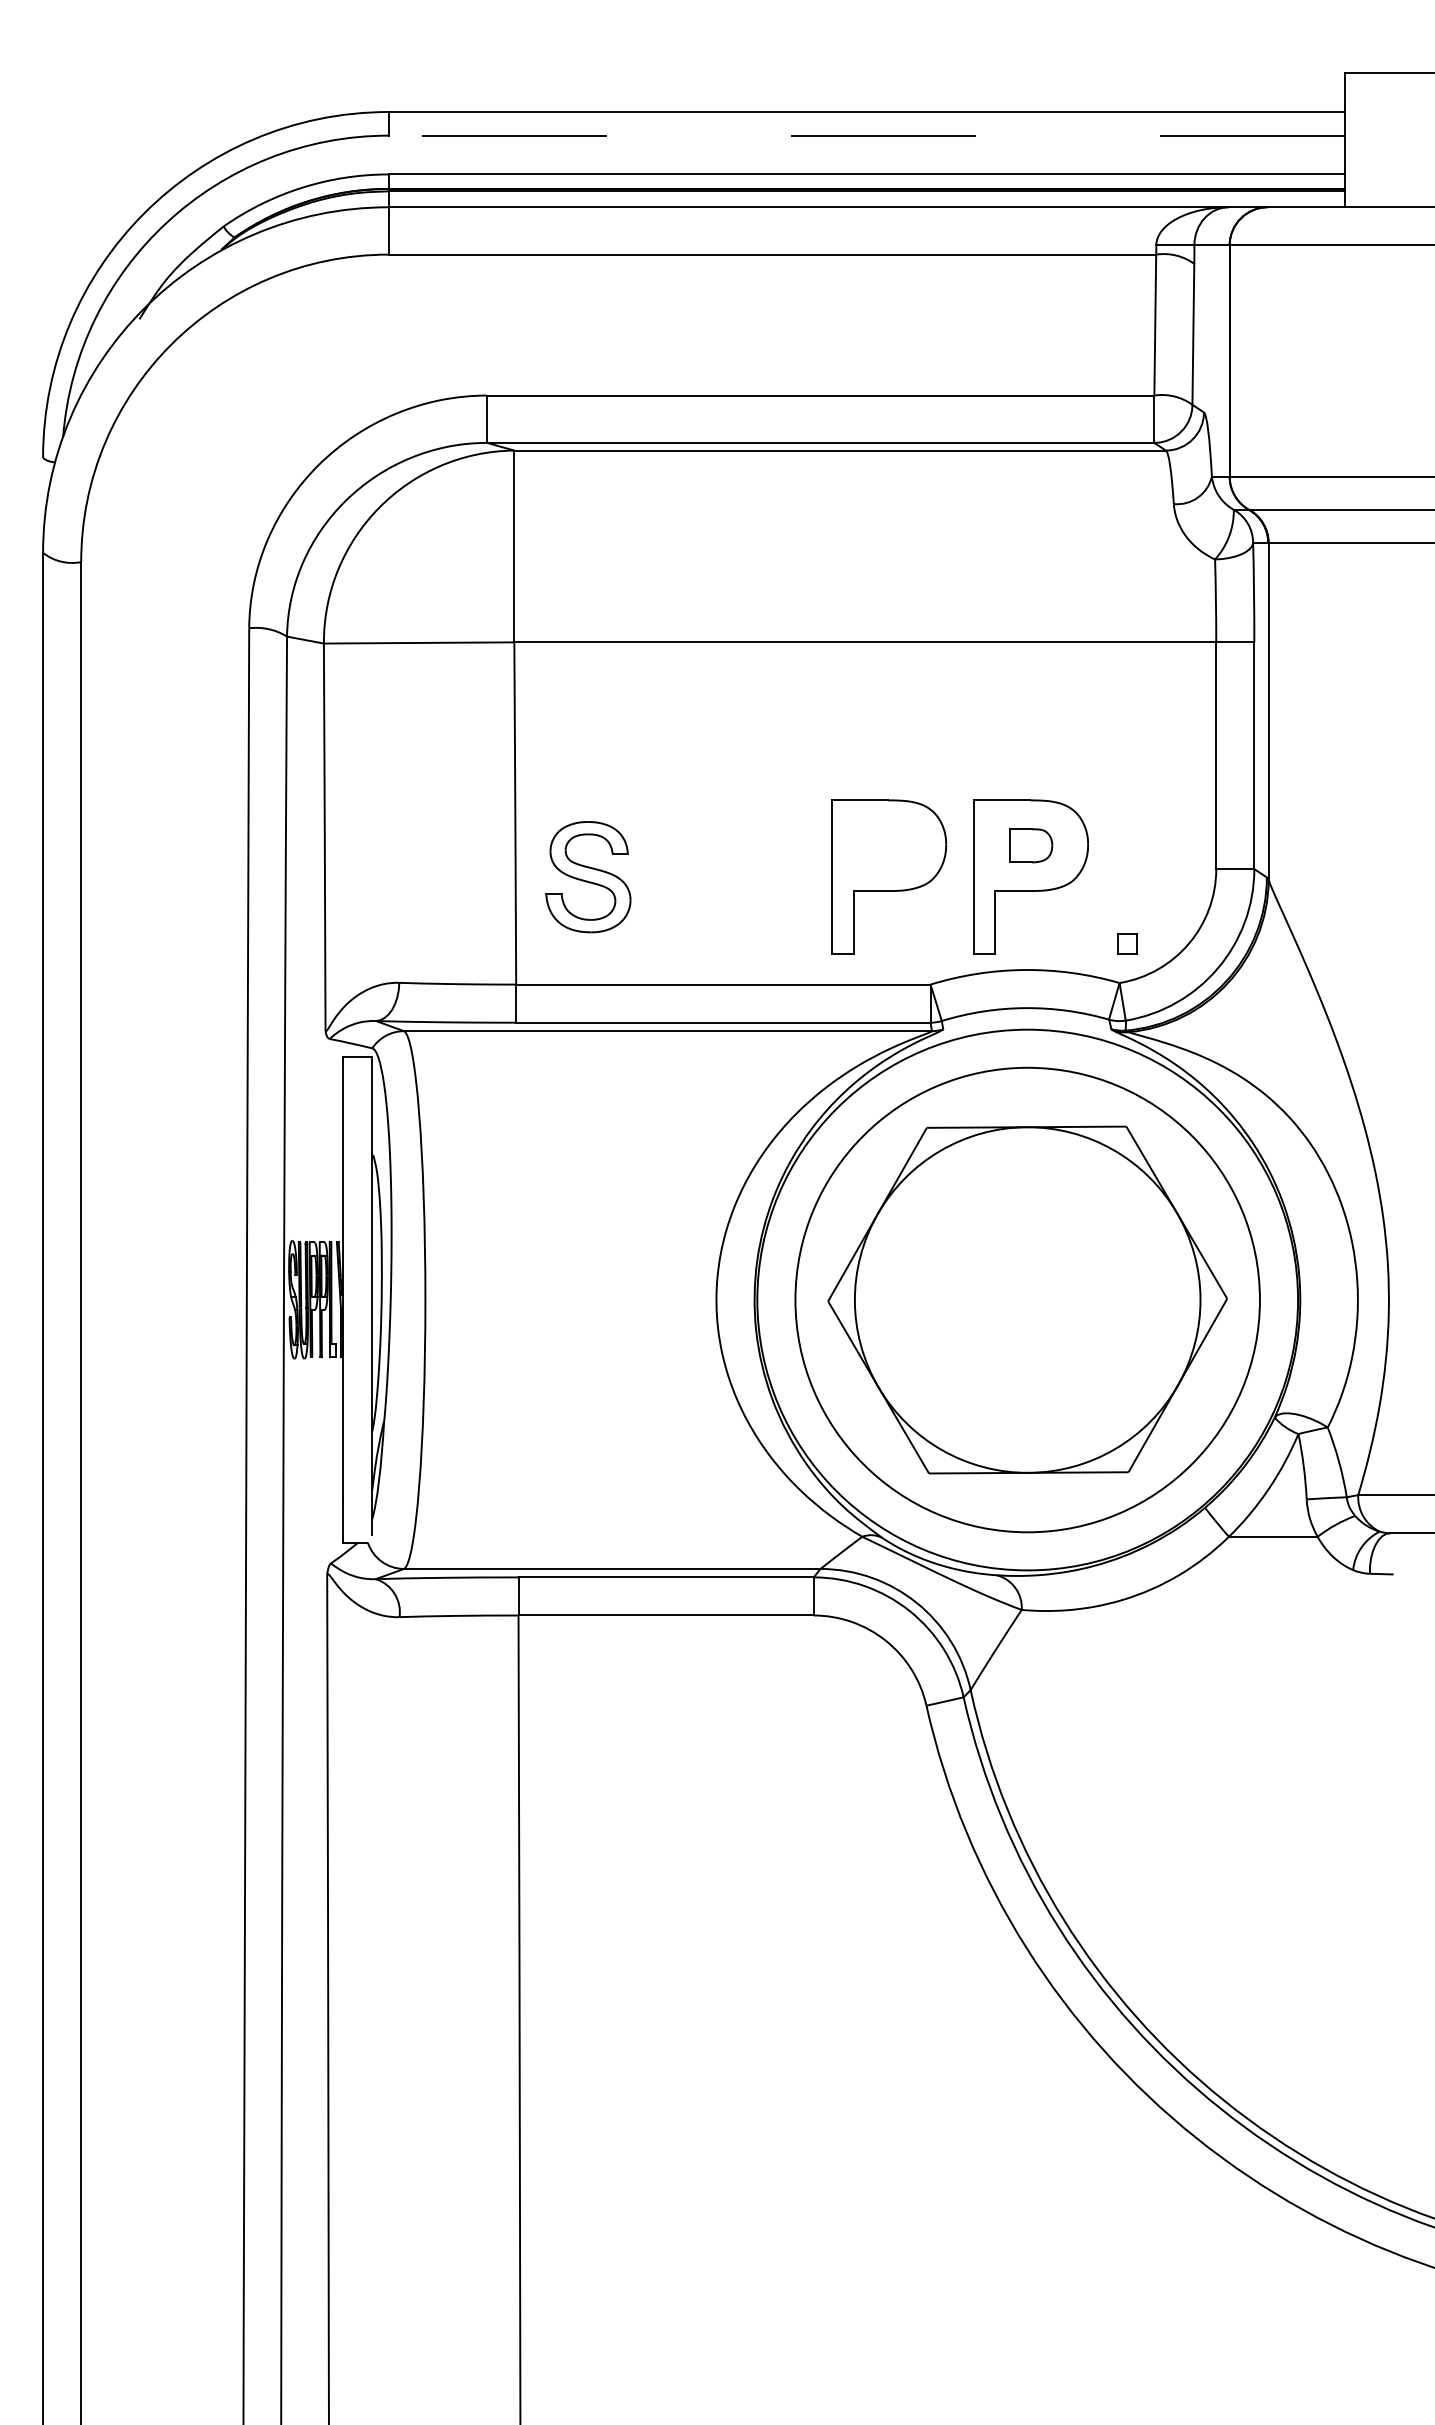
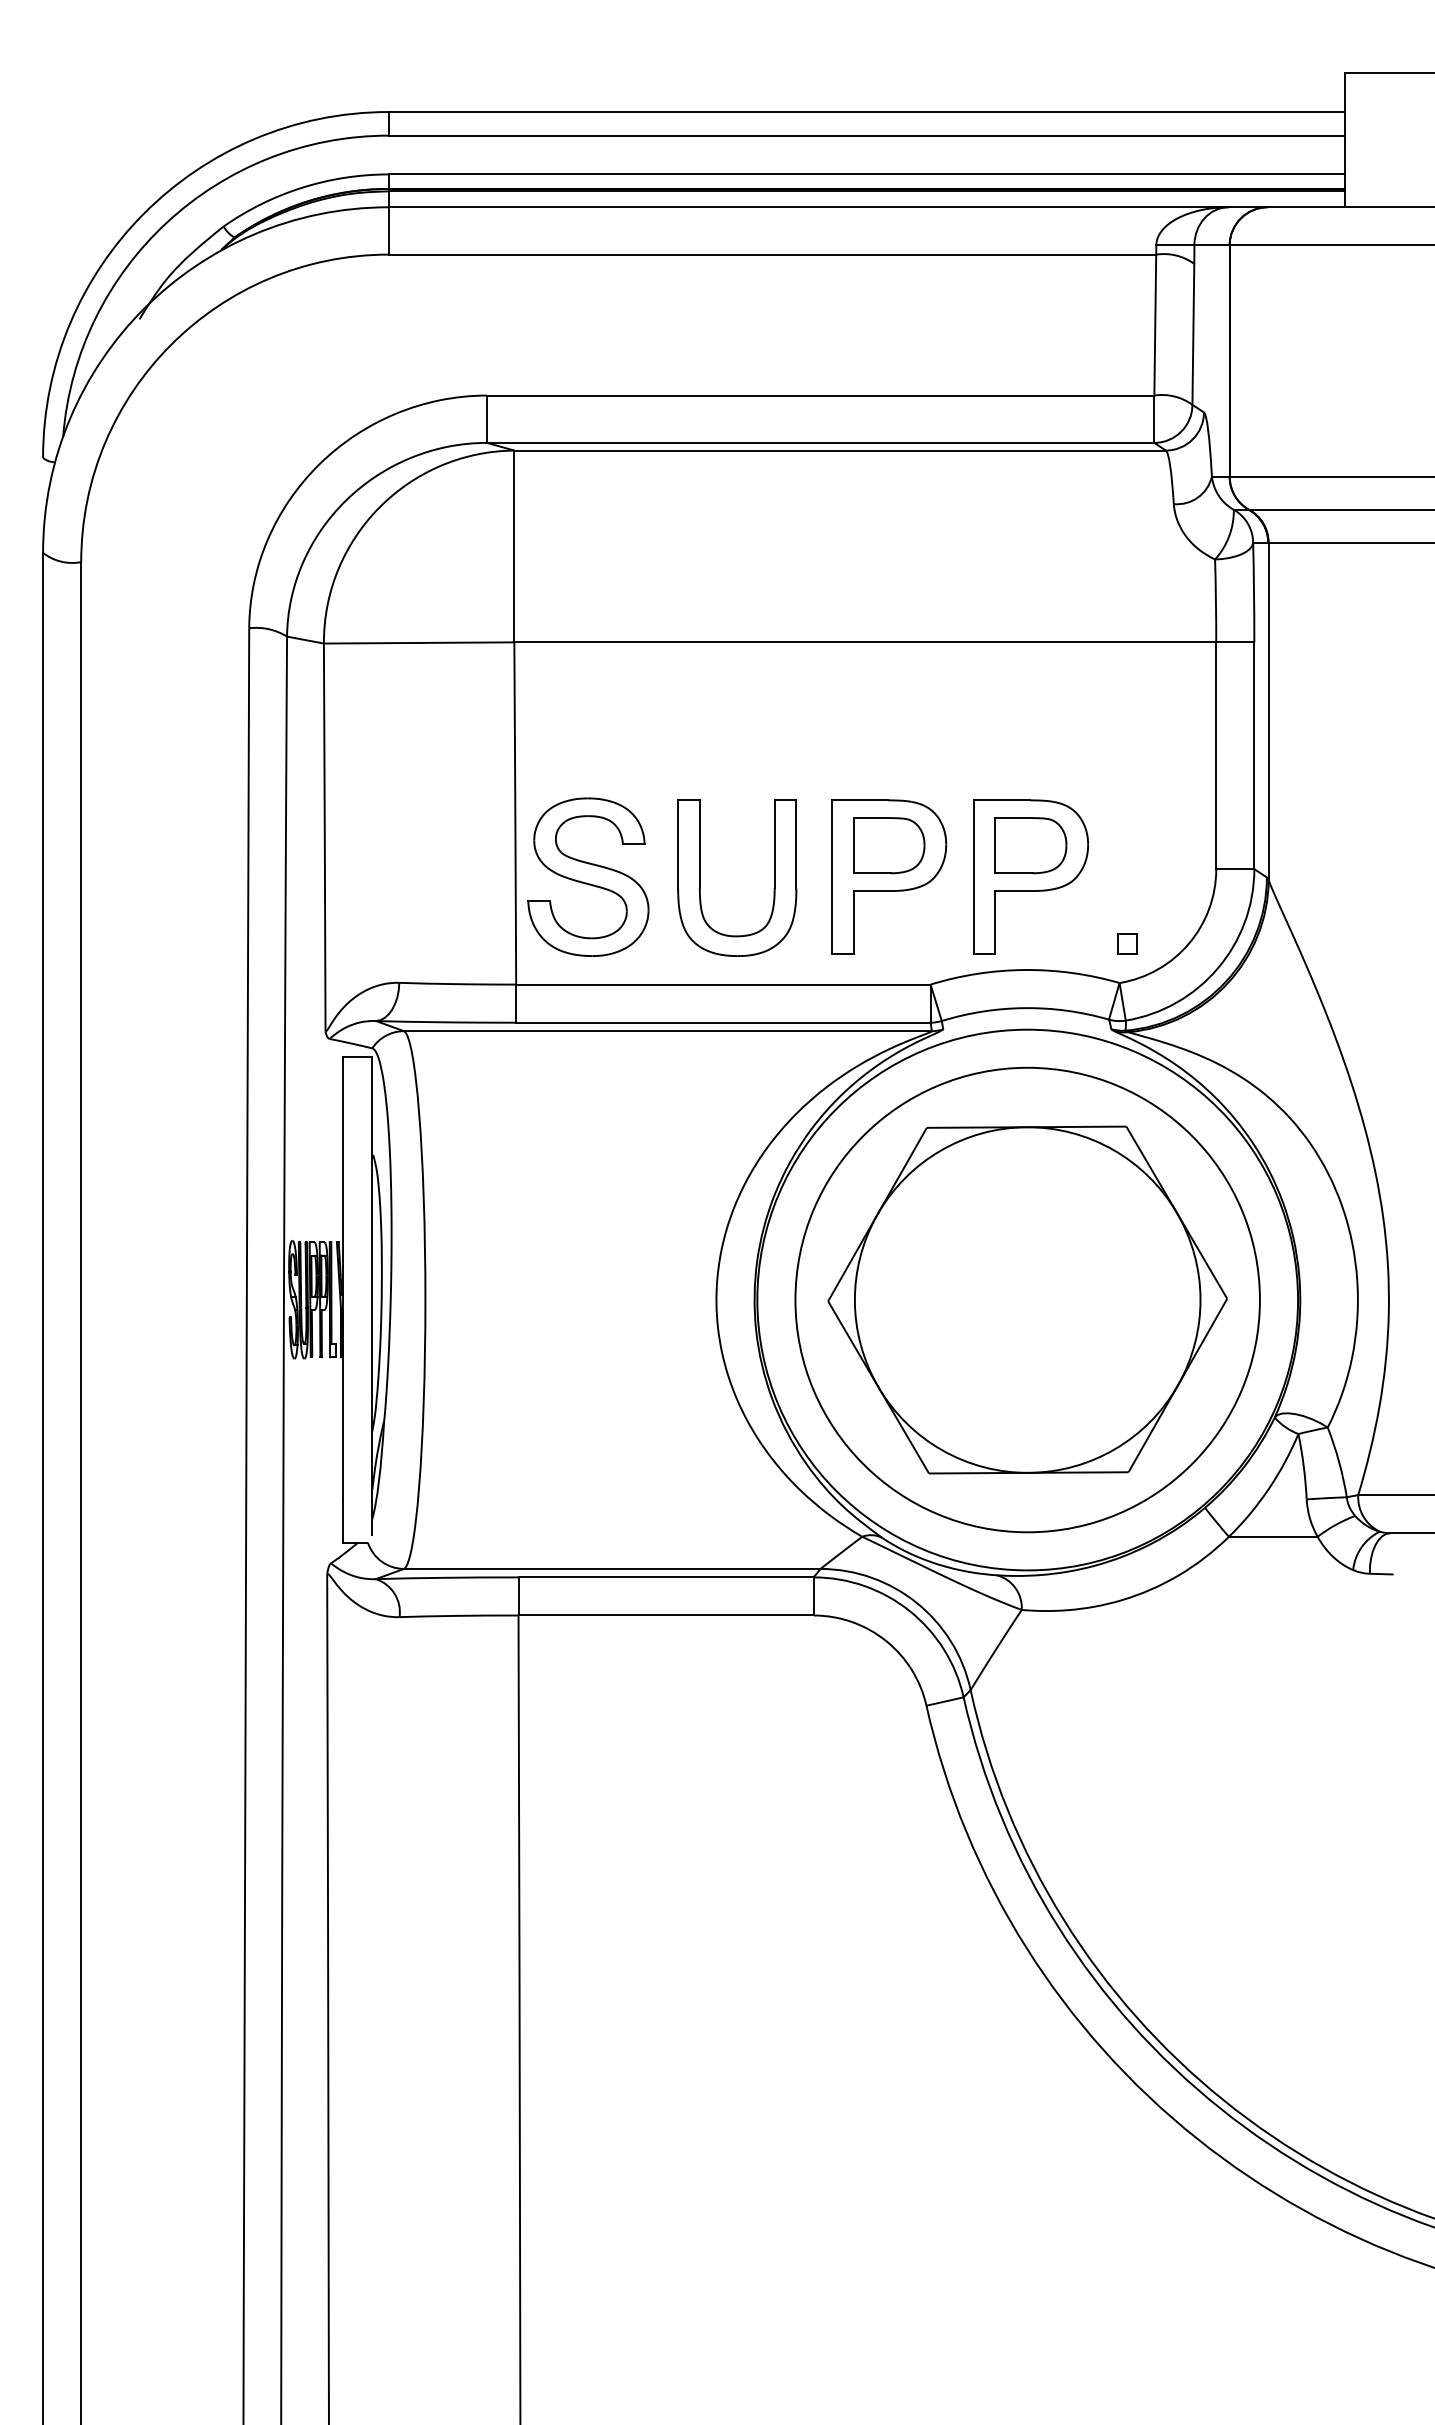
line at (866, 135): dashed -> solid
part at (889, 845): none -> present
part at (1031, 845) size: 45x36 px -> 74x58 px
part at (588, 877) size: 87x113 px -> 123x160 px
part at (700, 877): none -> present
